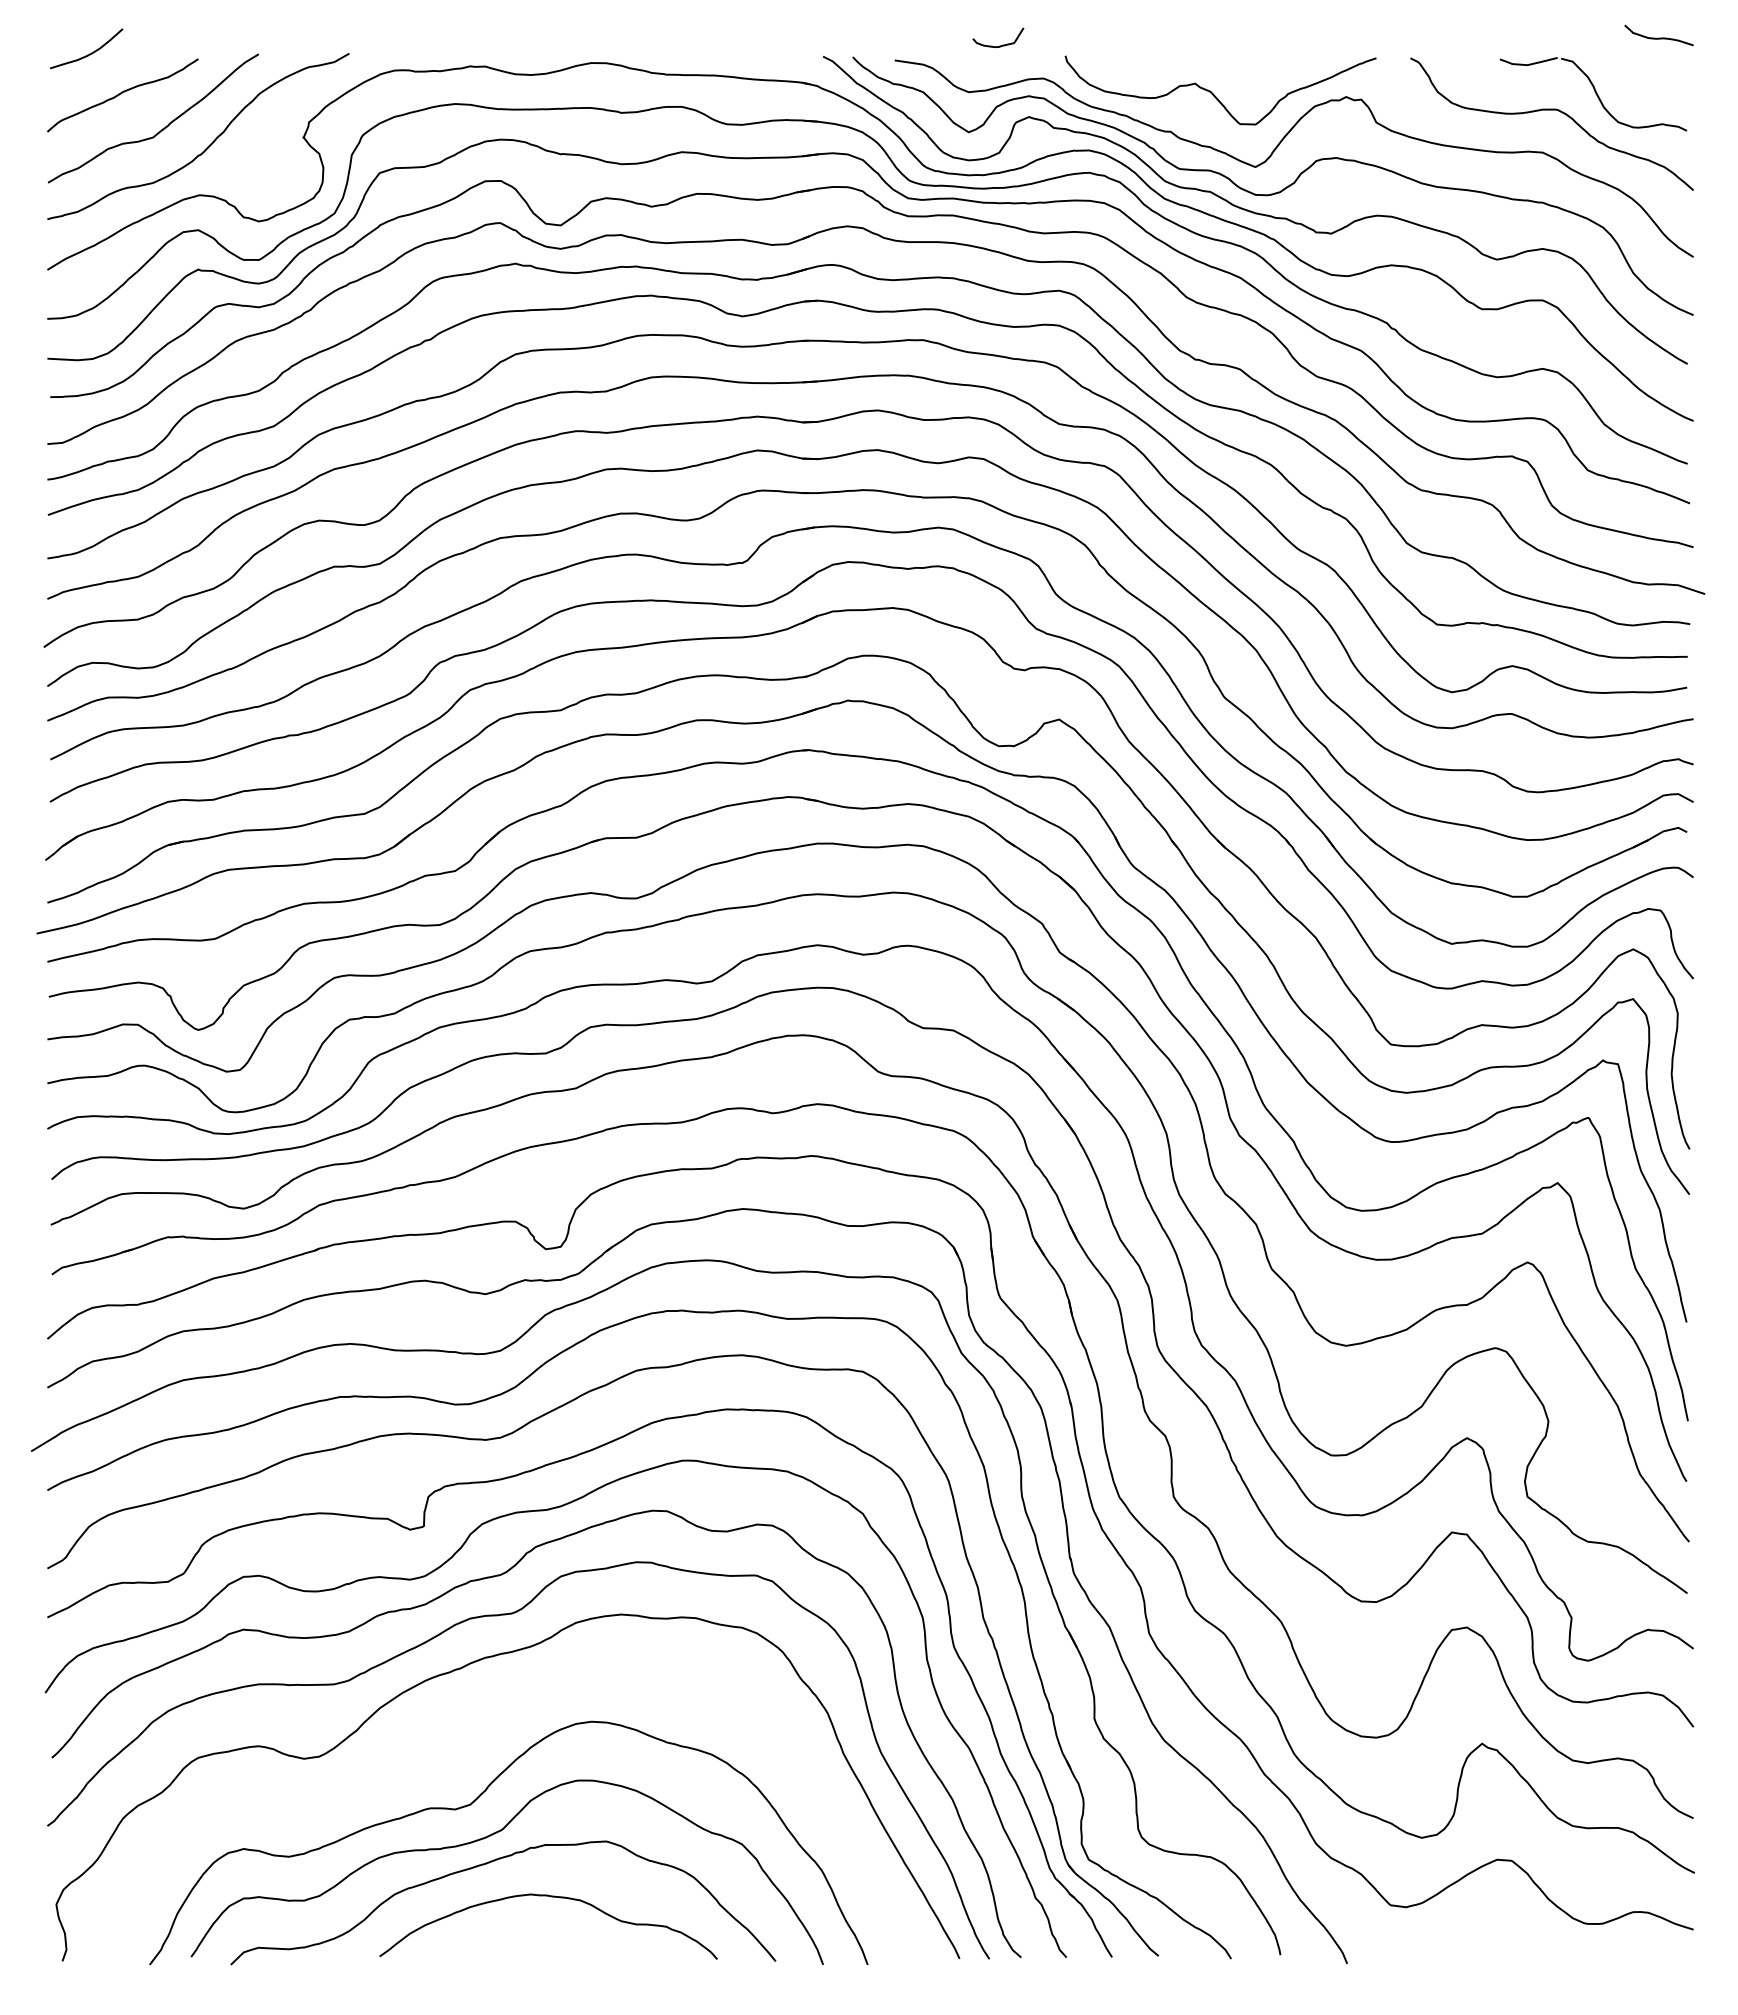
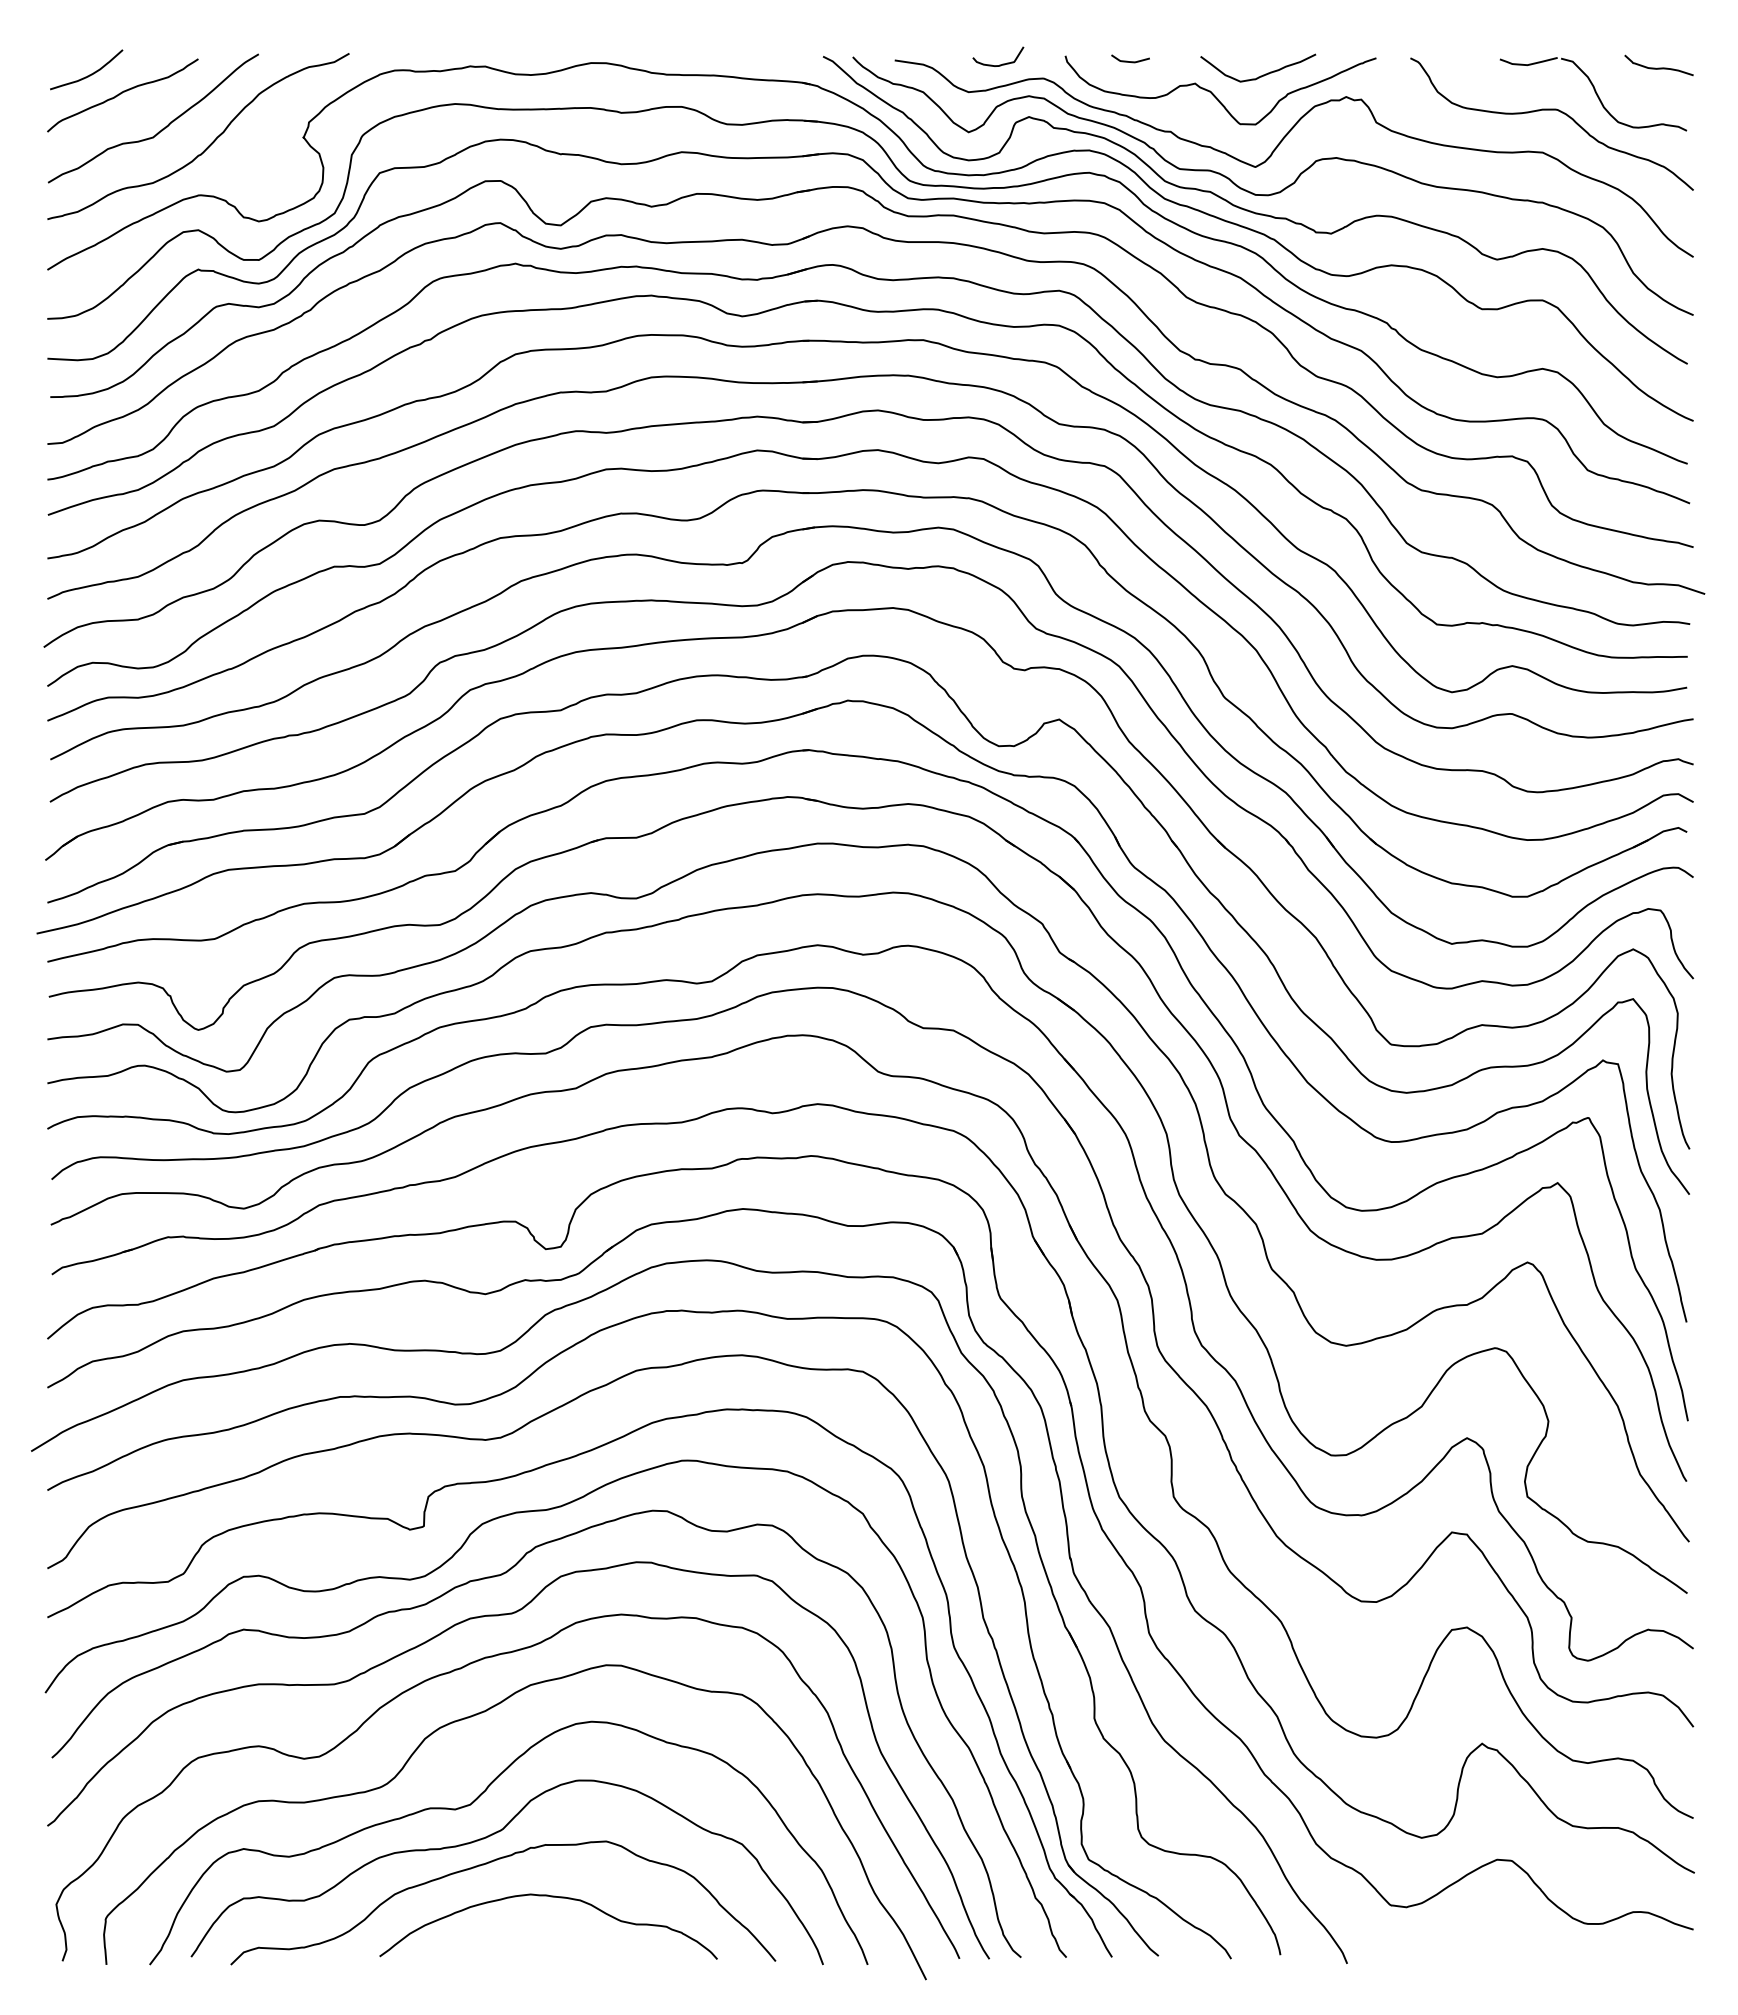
curve at (1658, 37) position: (1658, 37) -> (1658, 67)
curve at (1002, 44) position: (1002, 44) -> (1002, 63)
curve at (89, 53) position: (89, 53) -> (89, 74)
curve at (1130, 61): none -> present
curve at (1260, 75): none -> present
curve at (474, 1716): none -> present
